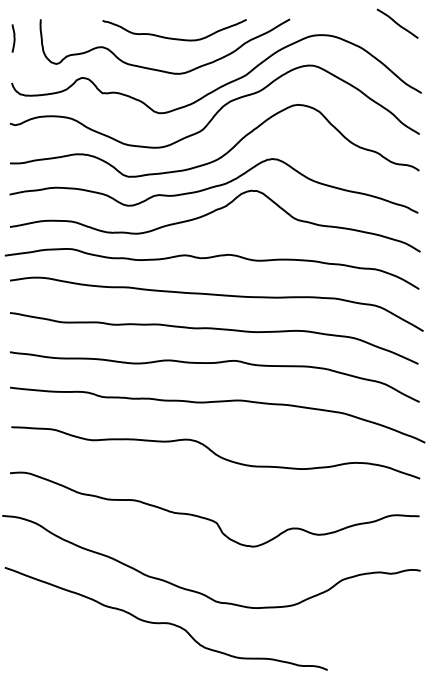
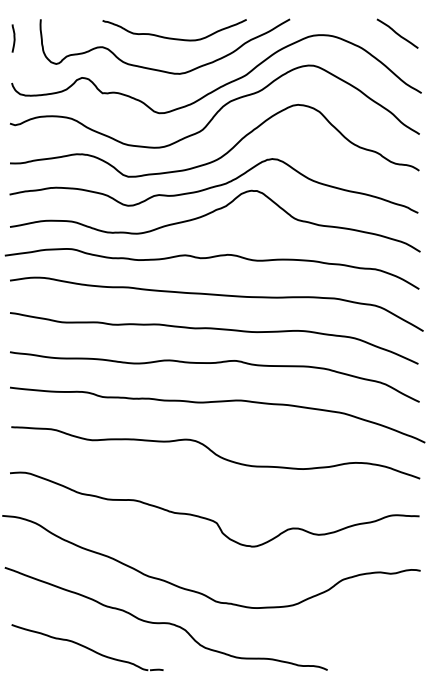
curve at (397, 23) position: (397, 23) -> (397, 33)
part at (87, 647): none -> present
